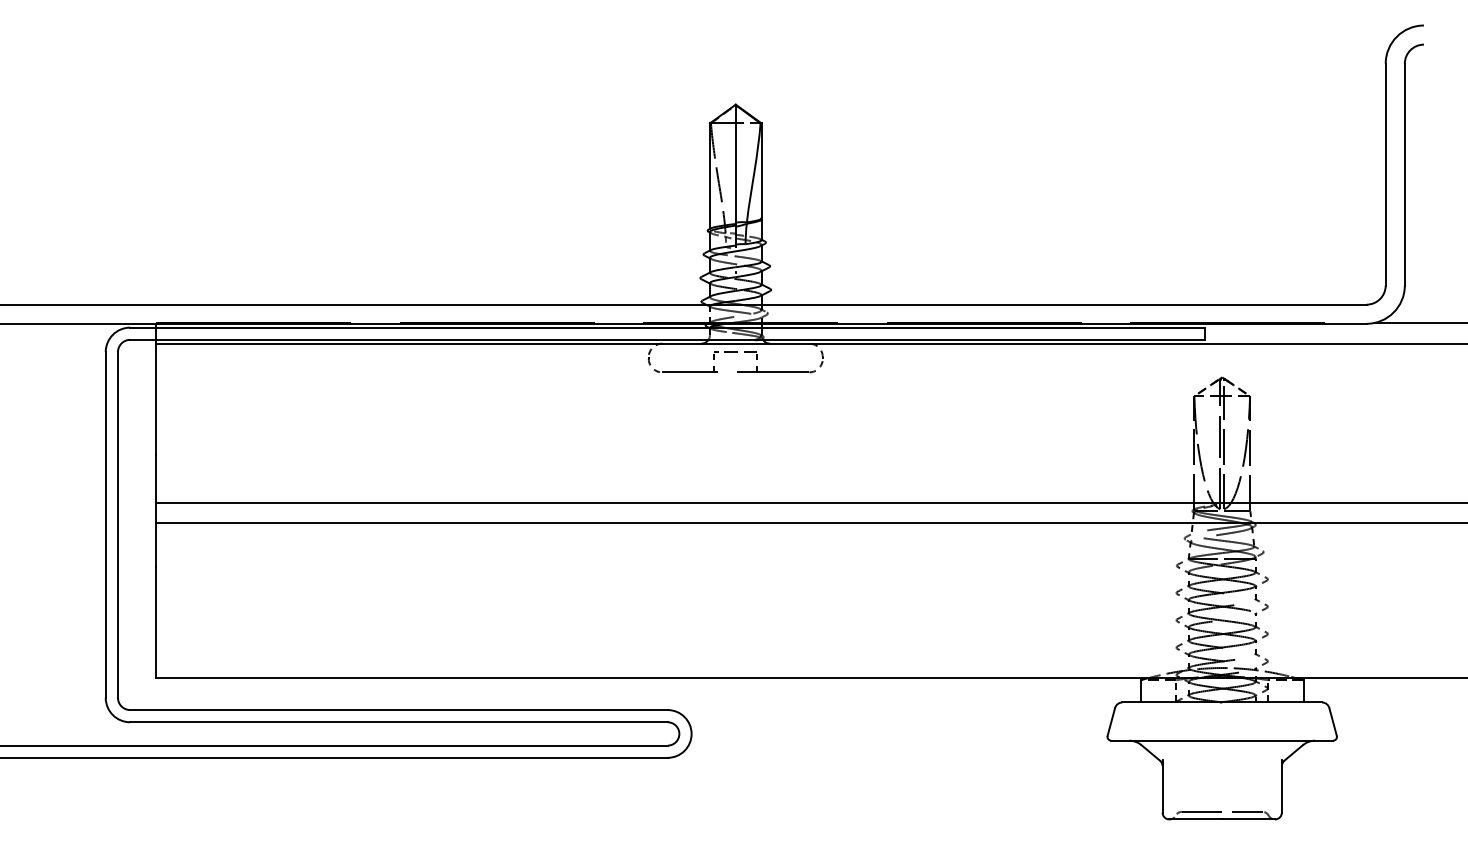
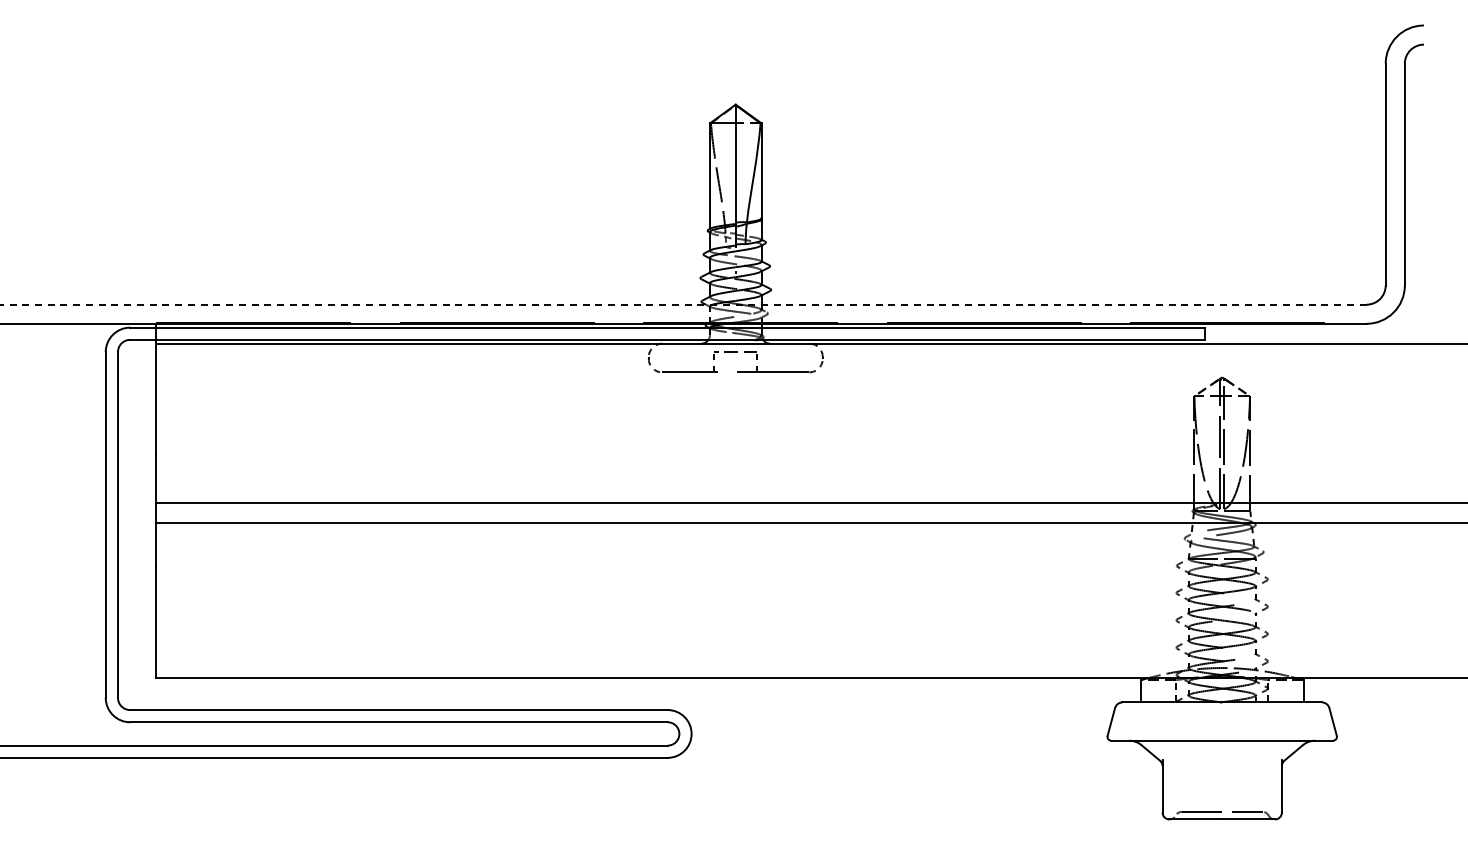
line at (683, 304): solid -> dashed
line at (1418, 323): present -> none
